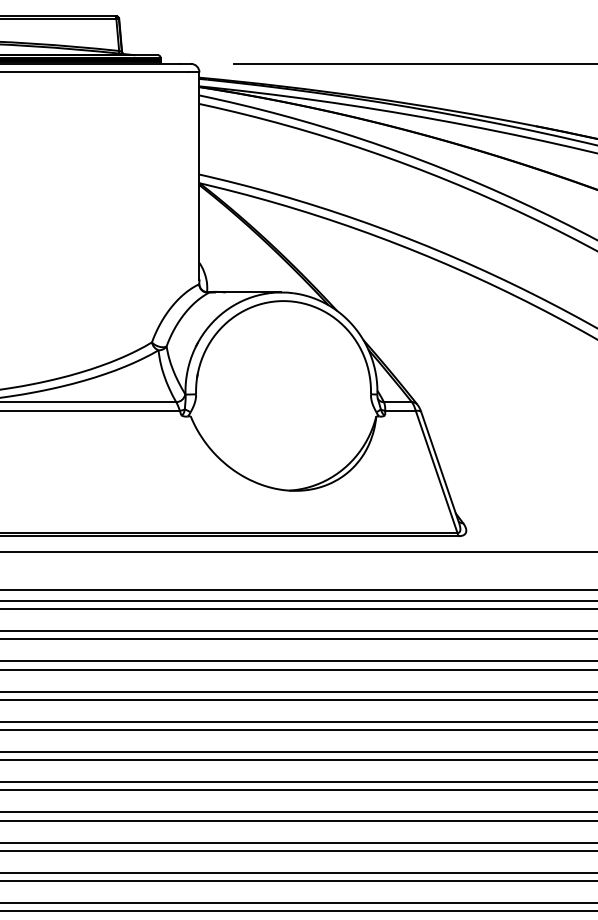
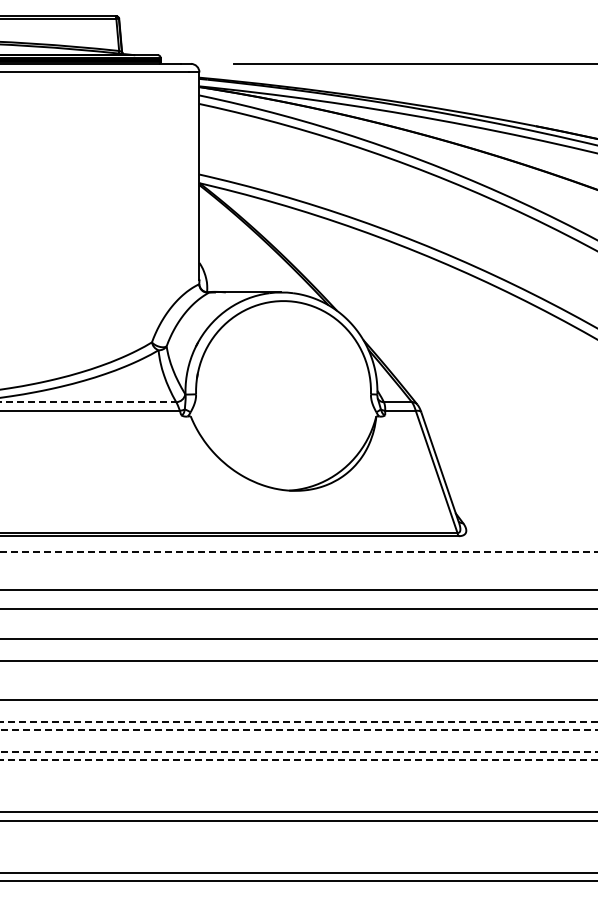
line at (88, 402): solid -> dashed
line at (298, 552): solid -> dashed
line at (298, 601): present -> none
line at (298, 631): present -> none
line at (298, 669): present -> none
line at (298, 691): present -> none
line at (298, 721): solid -> dashed
line at (298, 730): solid -> dashed
line at (298, 751): solid -> dashed
line at (298, 760): solid -> dashed
line at (298, 782): present -> none
line at (298, 790): present -> none
line at (298, 842): present -> none
line at (298, 850): present -> none
line at (298, 902): present -> none
line at (298, 911): present -> none
